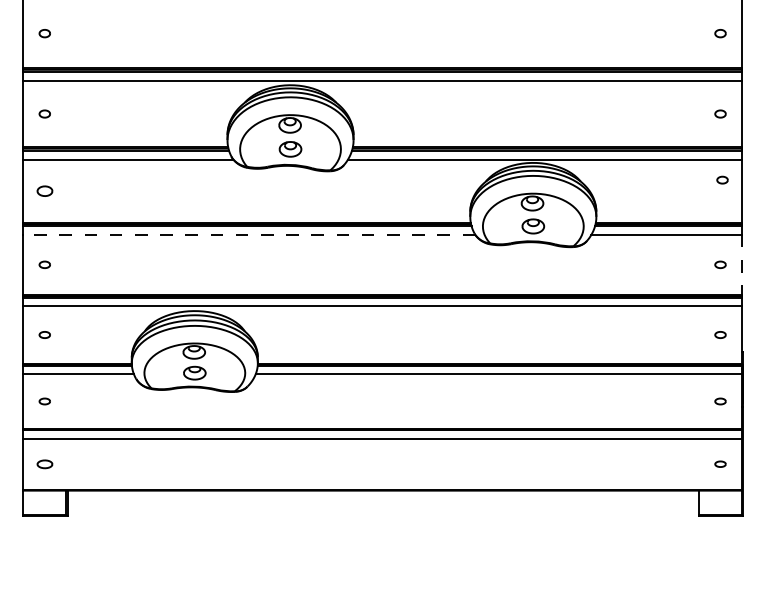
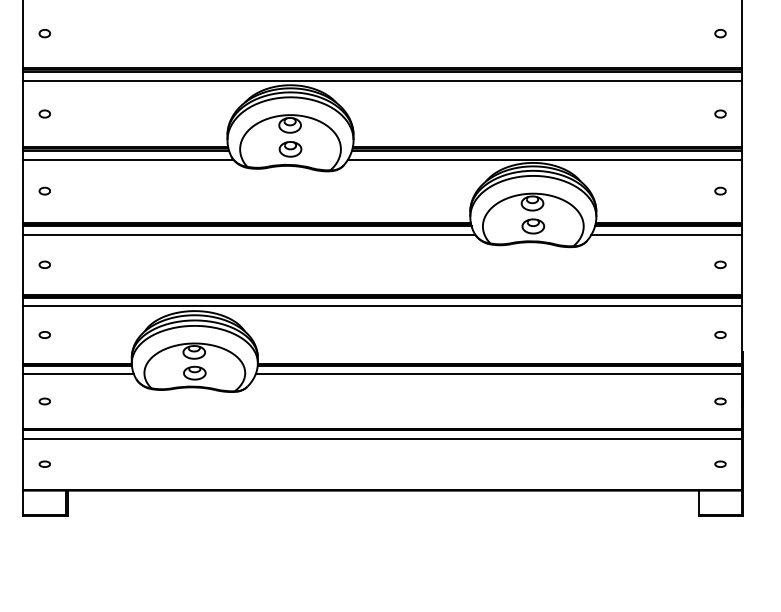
part at (722, 179) position: (722, 179) -> (720, 190)
part at (44, 190) size: 18x12 px -> 13x10 px
line at (249, 234): dashed -> solid
line at (741, 265): dashed -> solid
part at (44, 464) size: 18x11 px -> 13x8 px
